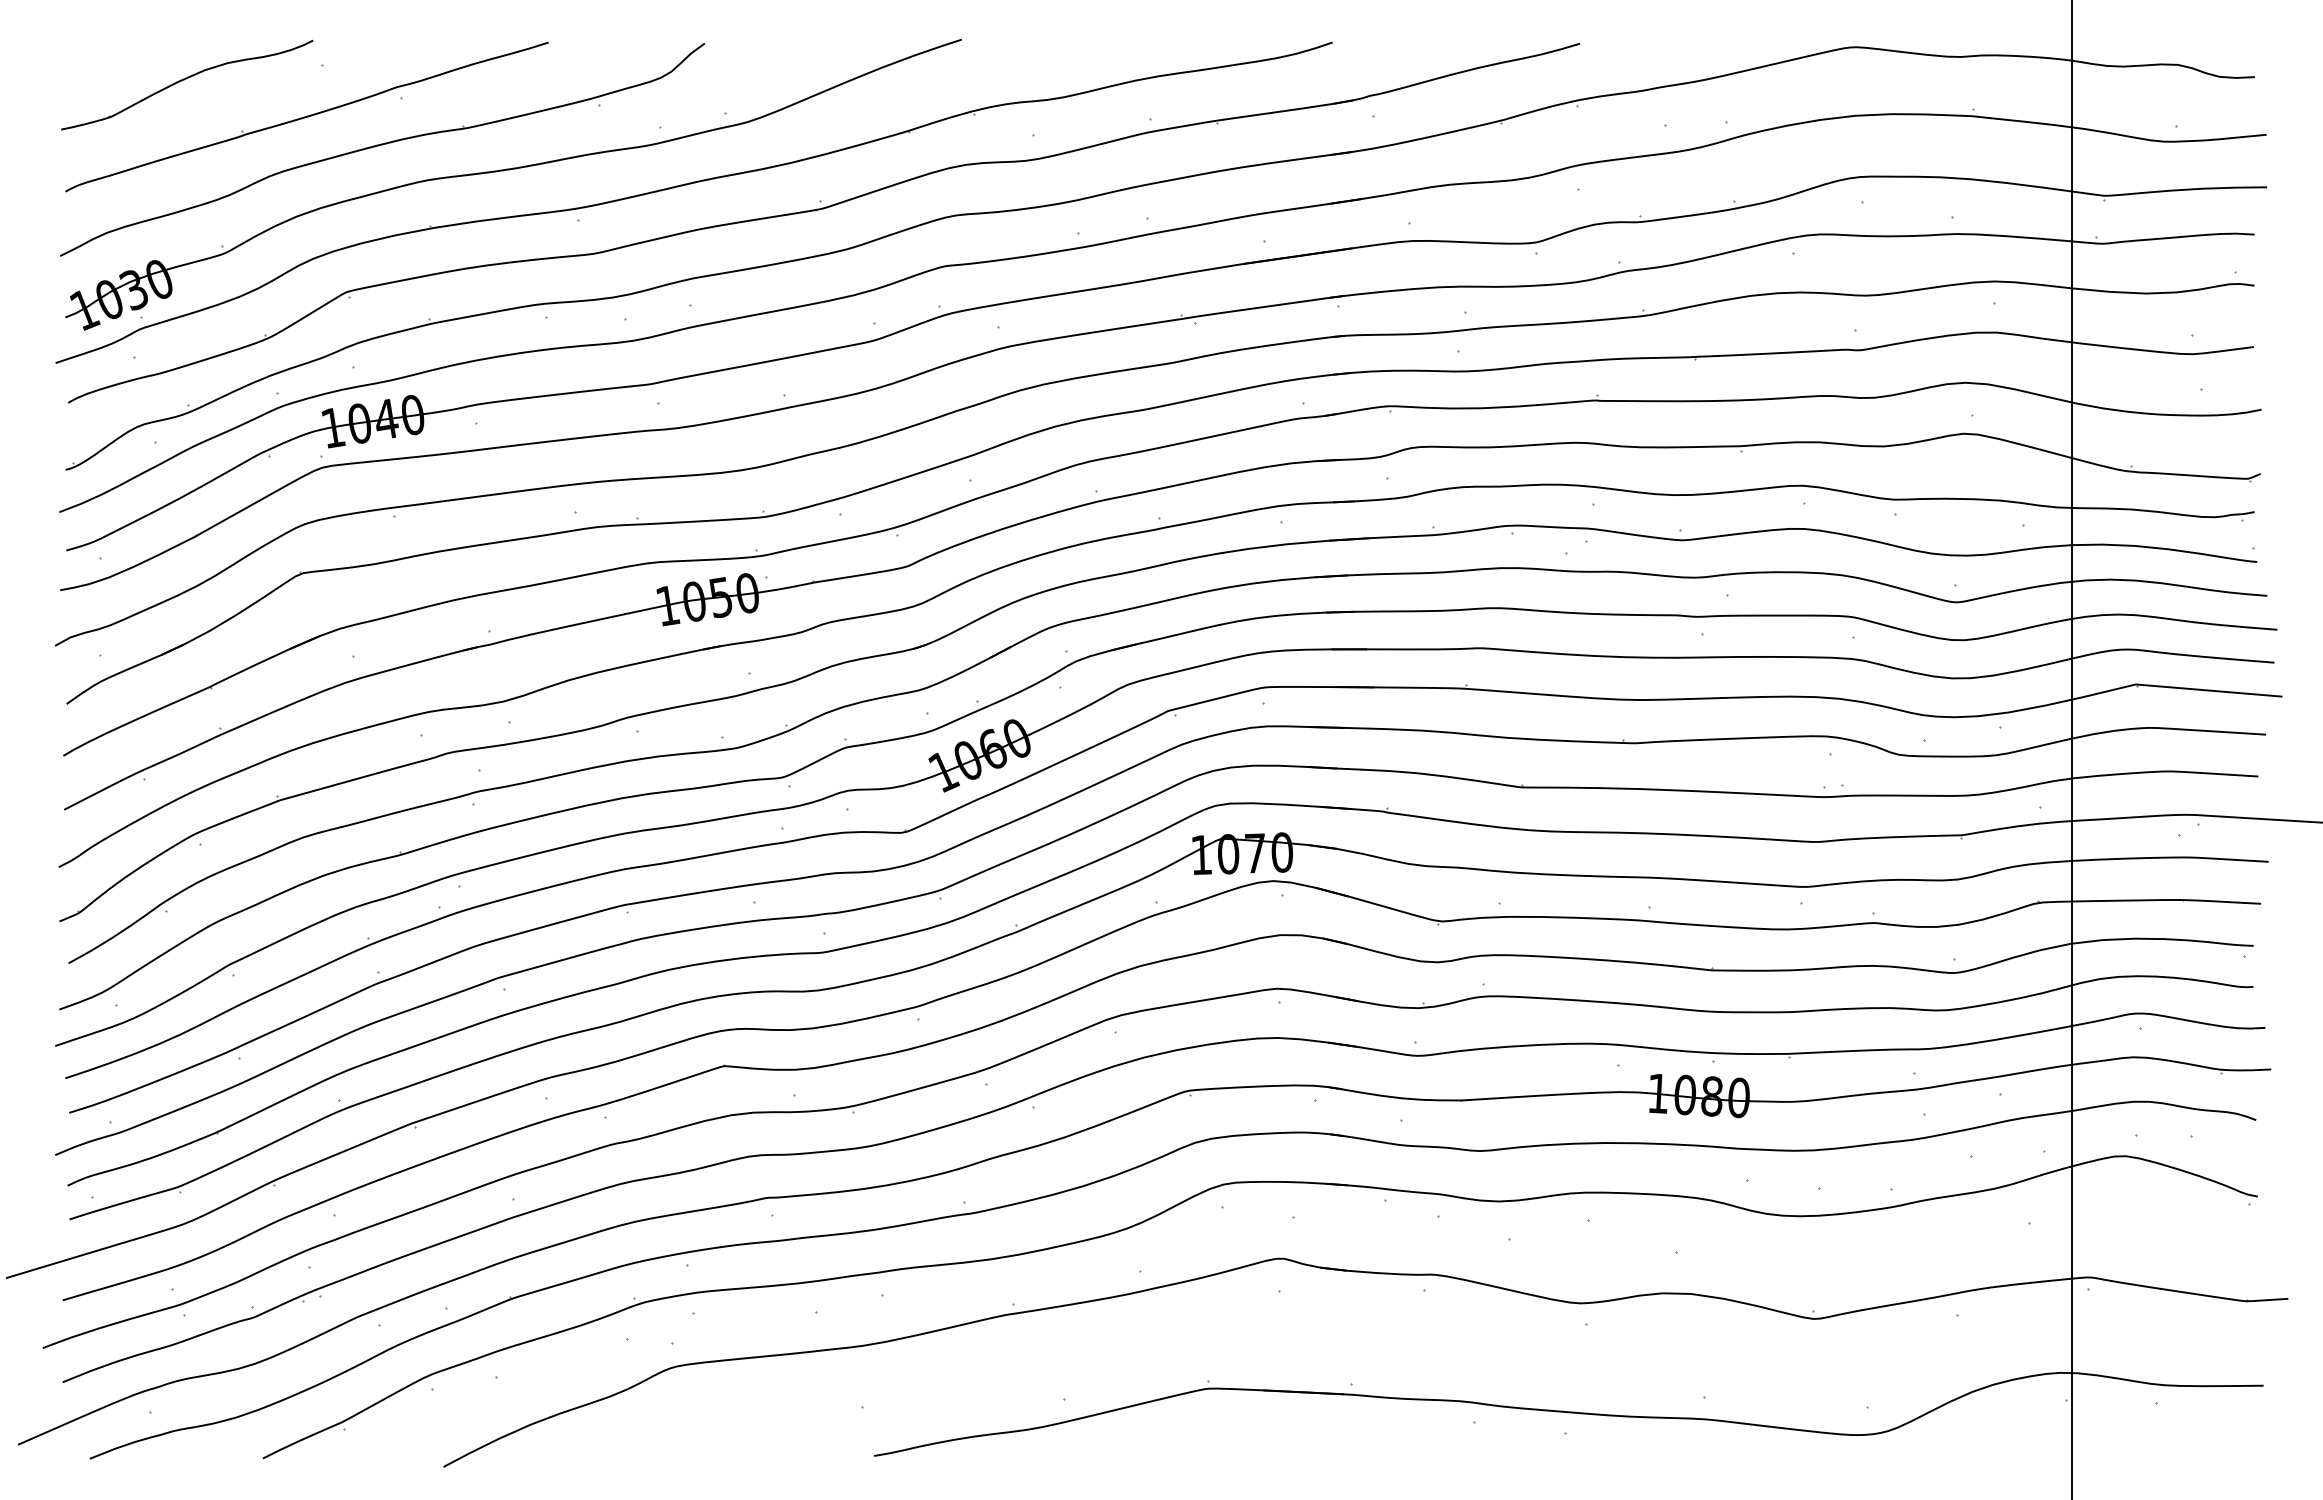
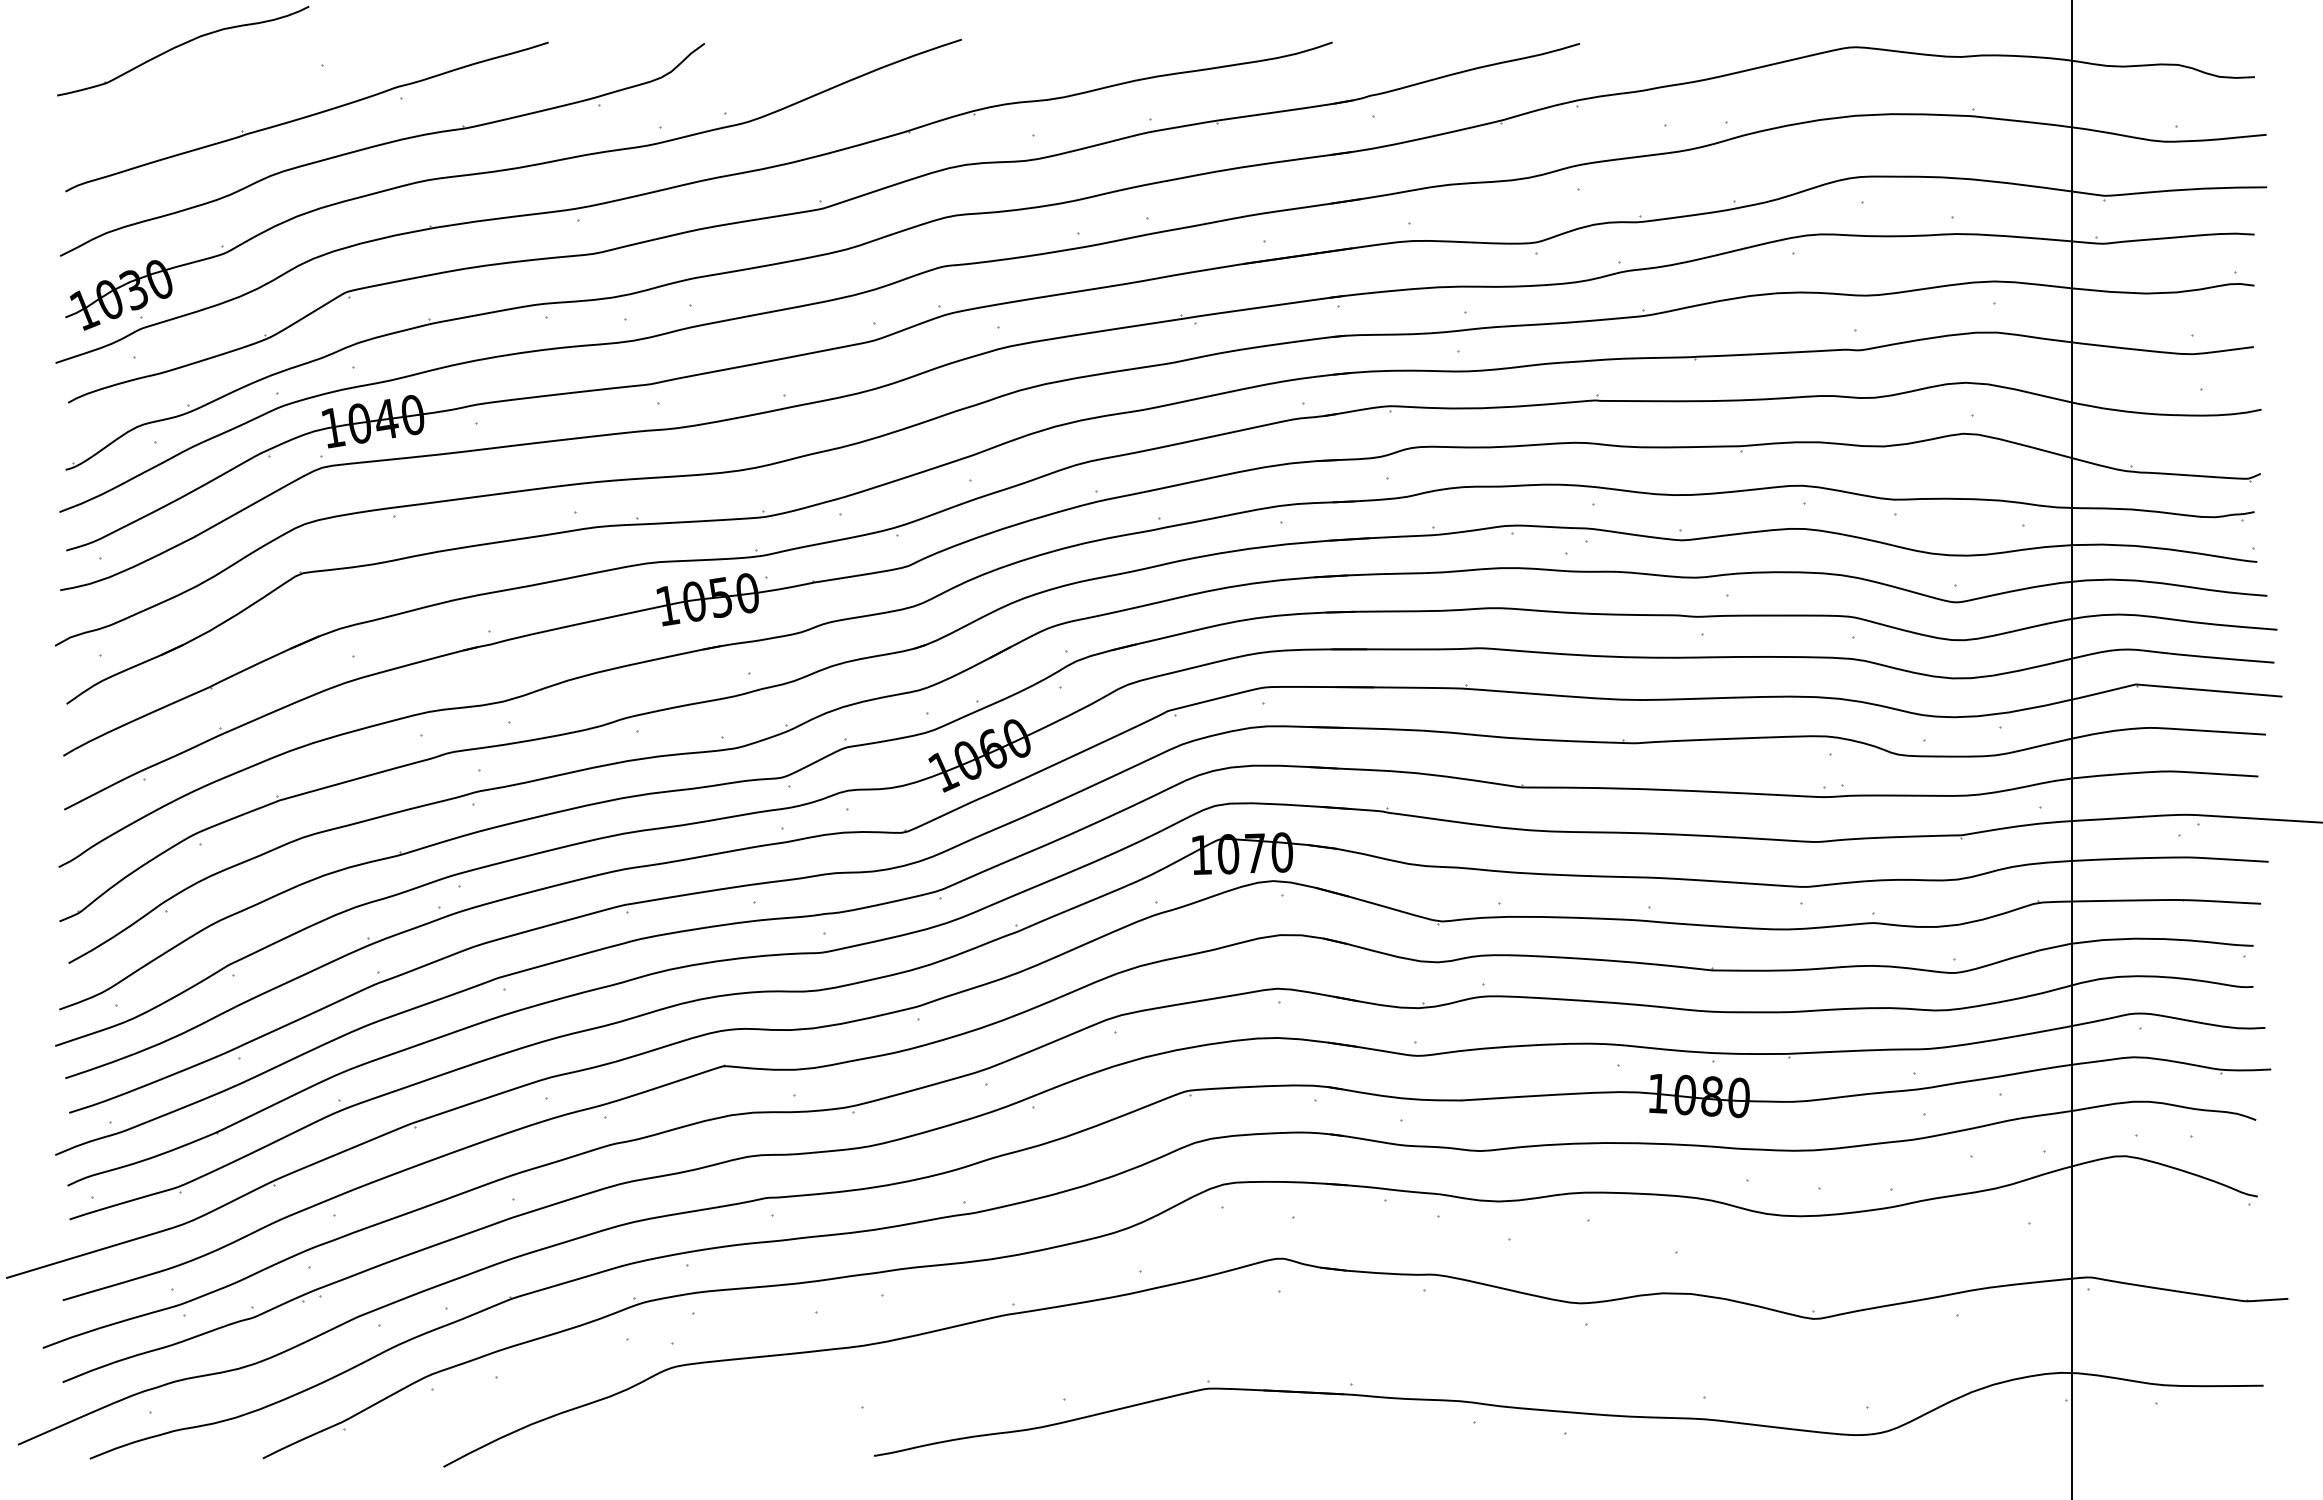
part at (187, 84) position: (187, 84) -> (183, 50)
